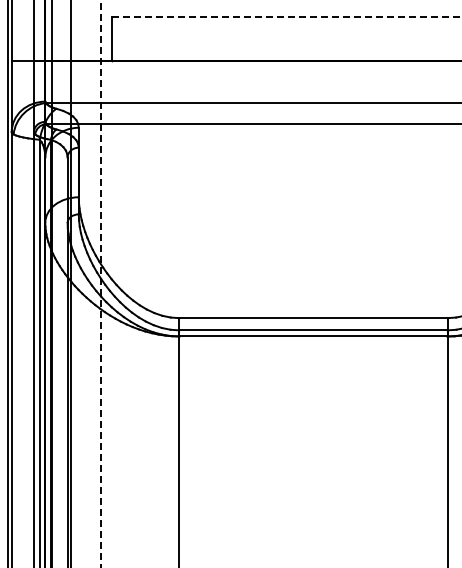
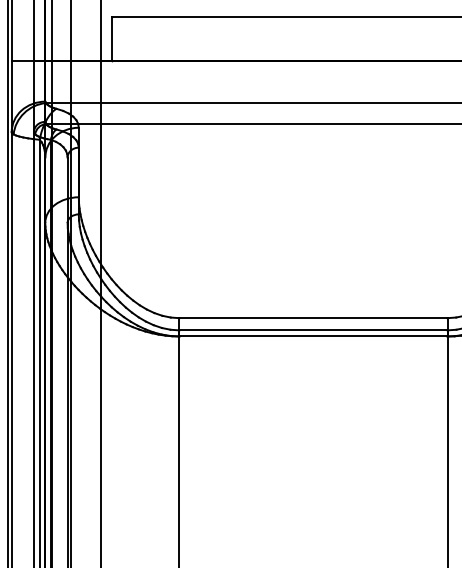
line at (287, 16): dashed -> solid
line at (101, 284): dashed -> solid
